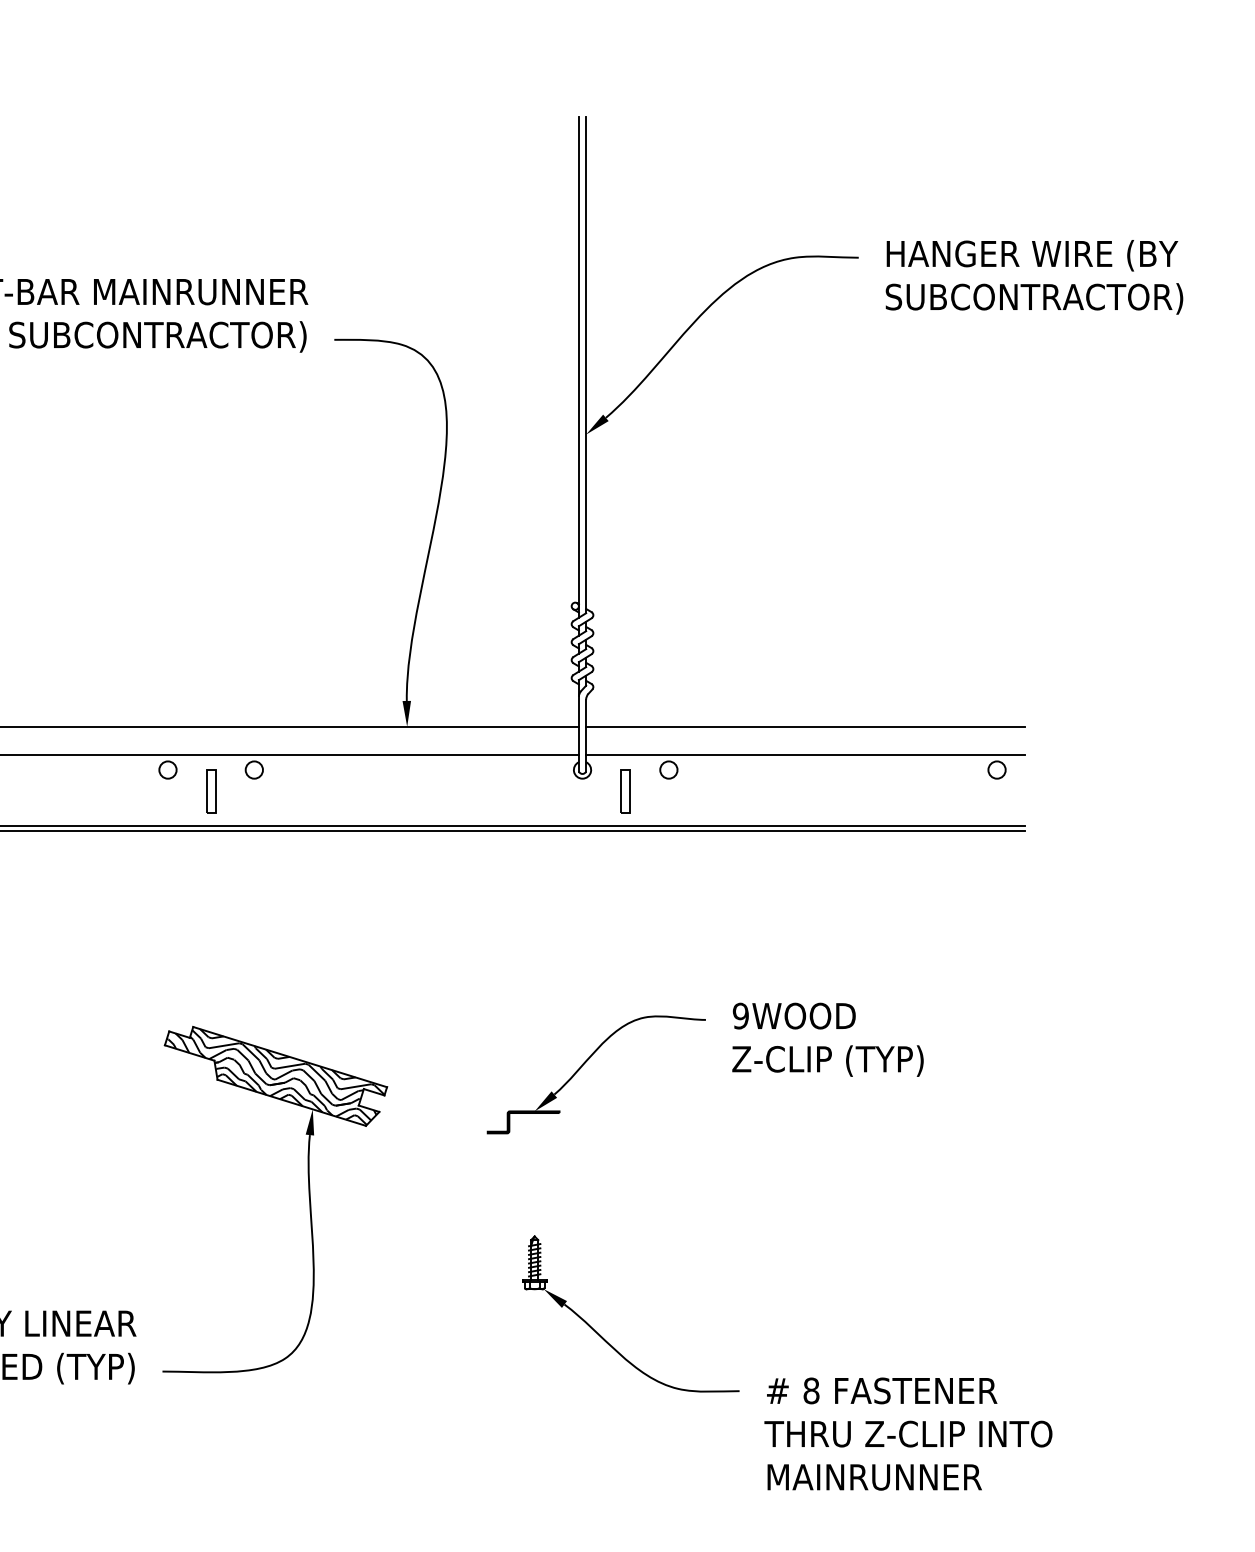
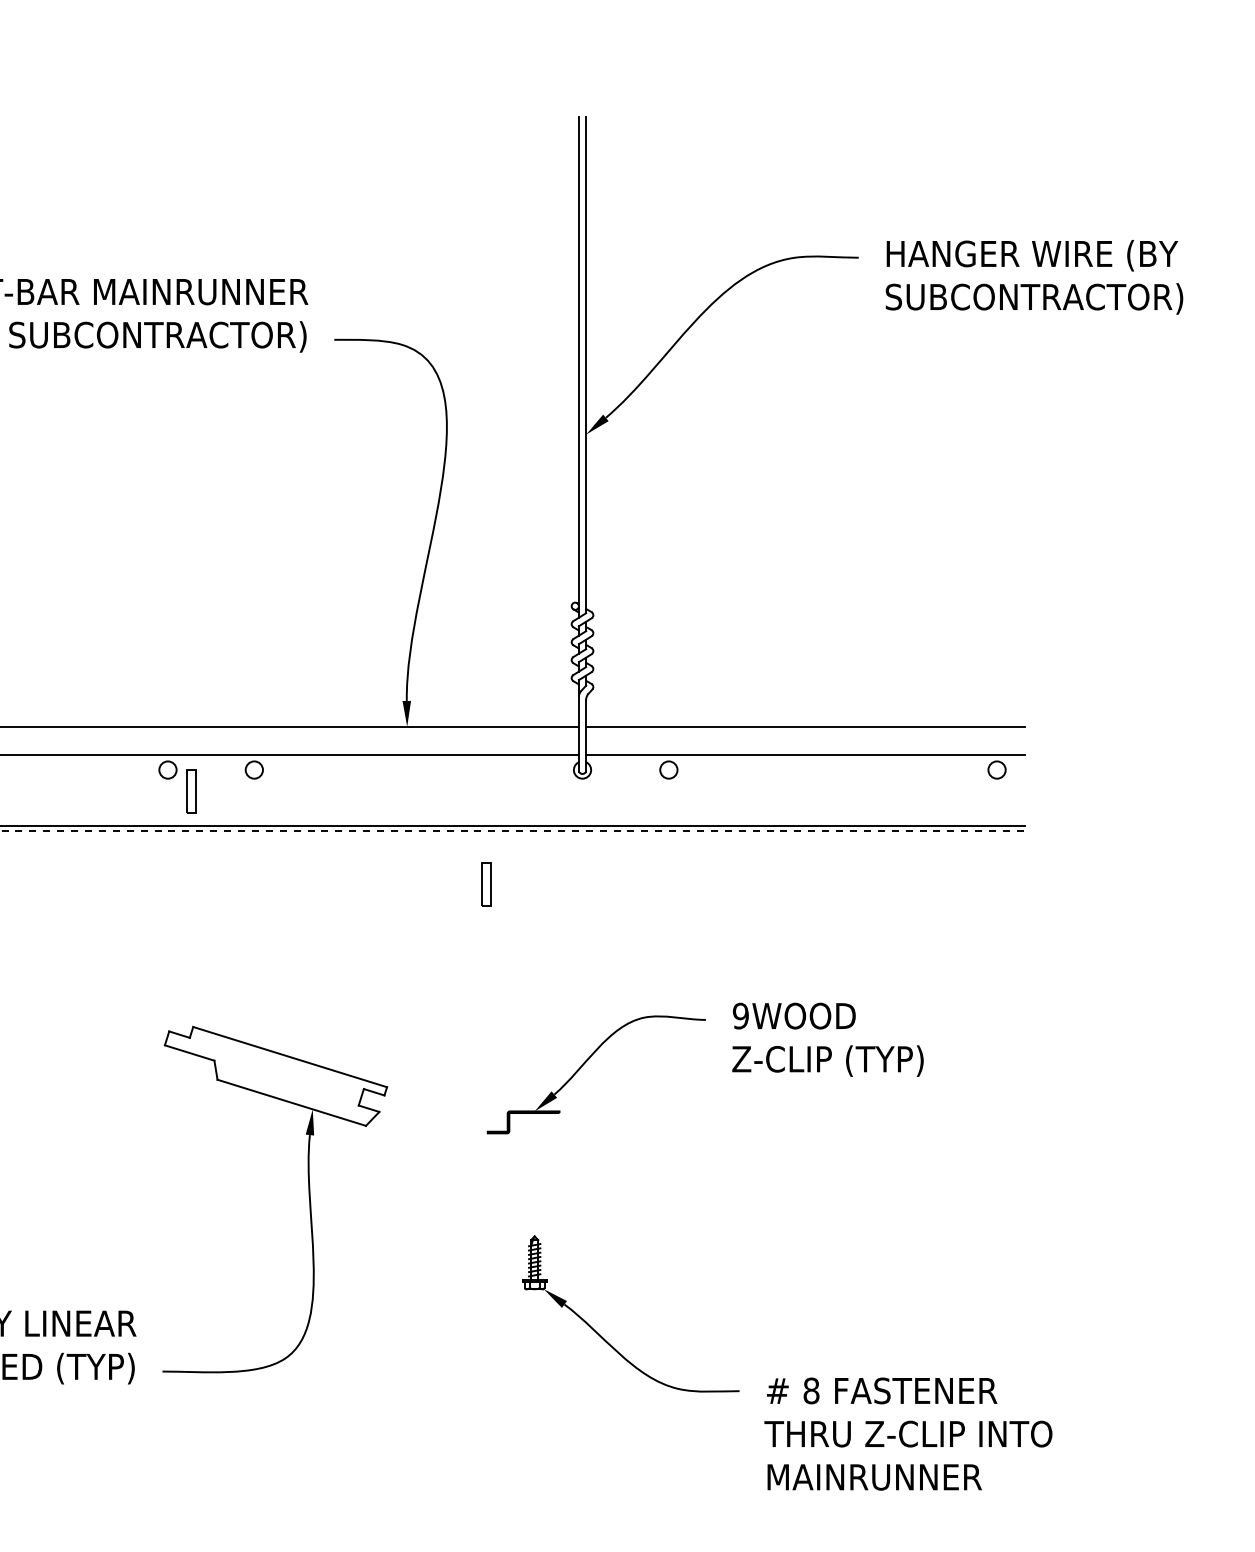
part at (211, 791) position: (211, 791) -> (191, 791)
part at (625, 791) position: (625, 791) -> (486, 884)
line at (512, 830): solid -> dashed
hatch at (276, 1076): present -> none
